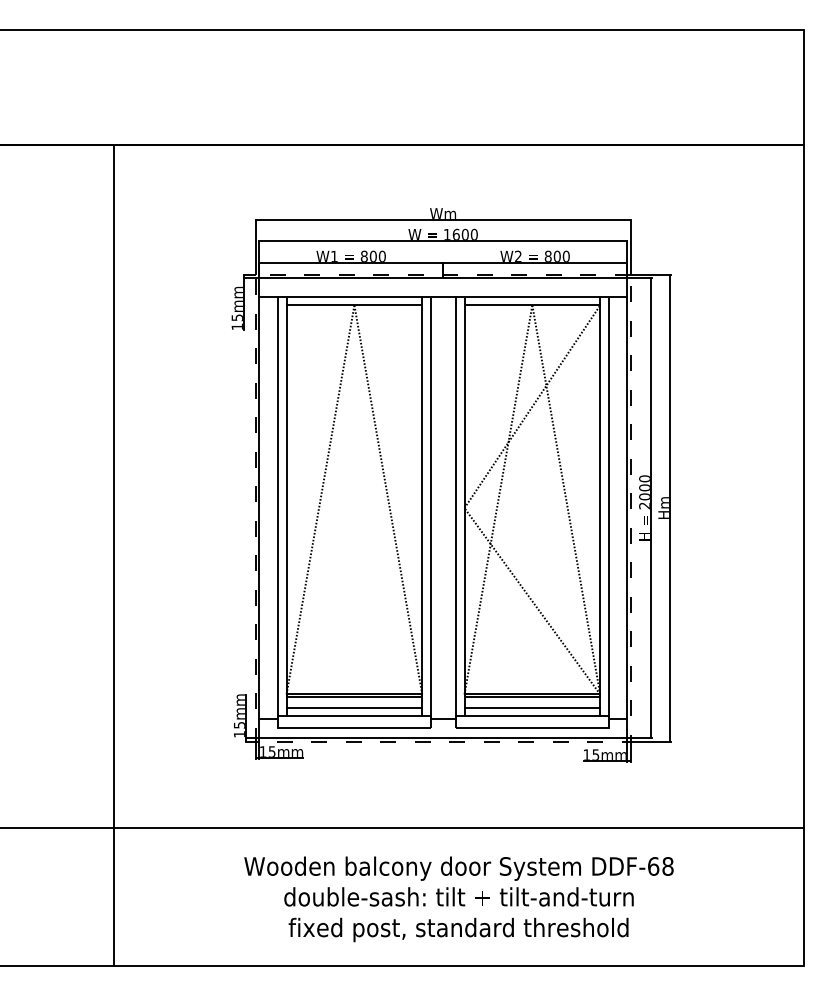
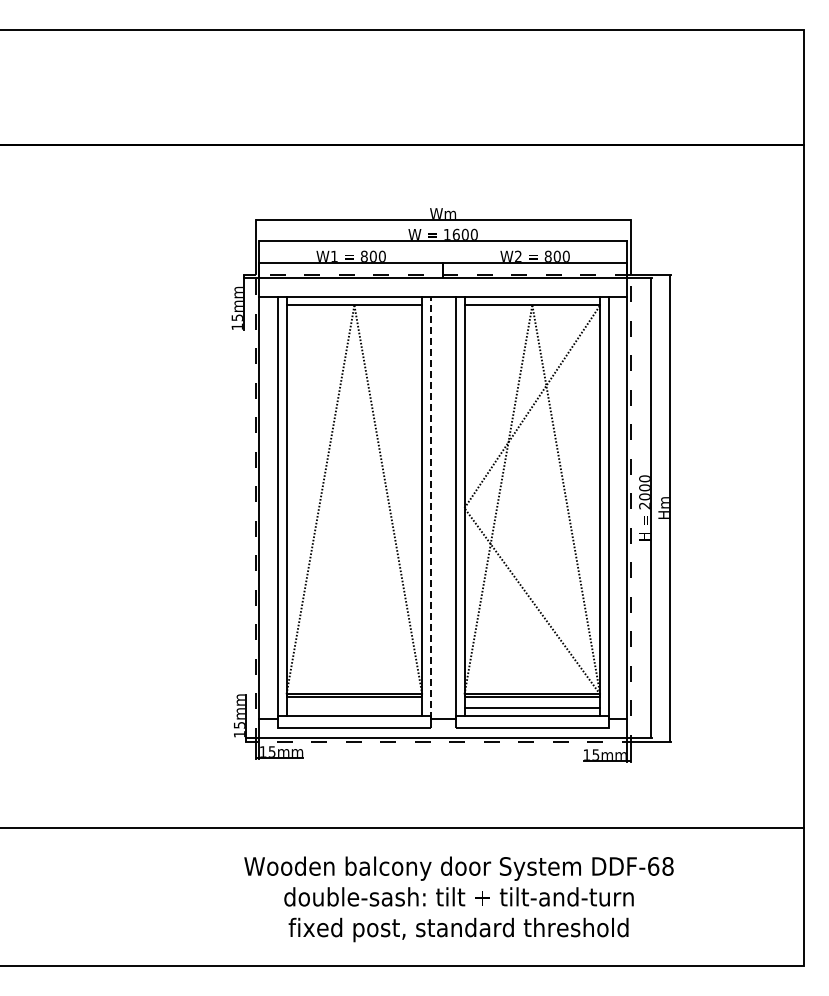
line at (430, 507): solid -> dashed
line at (114, 555): present -> none
line at (354, 708): present -> none
